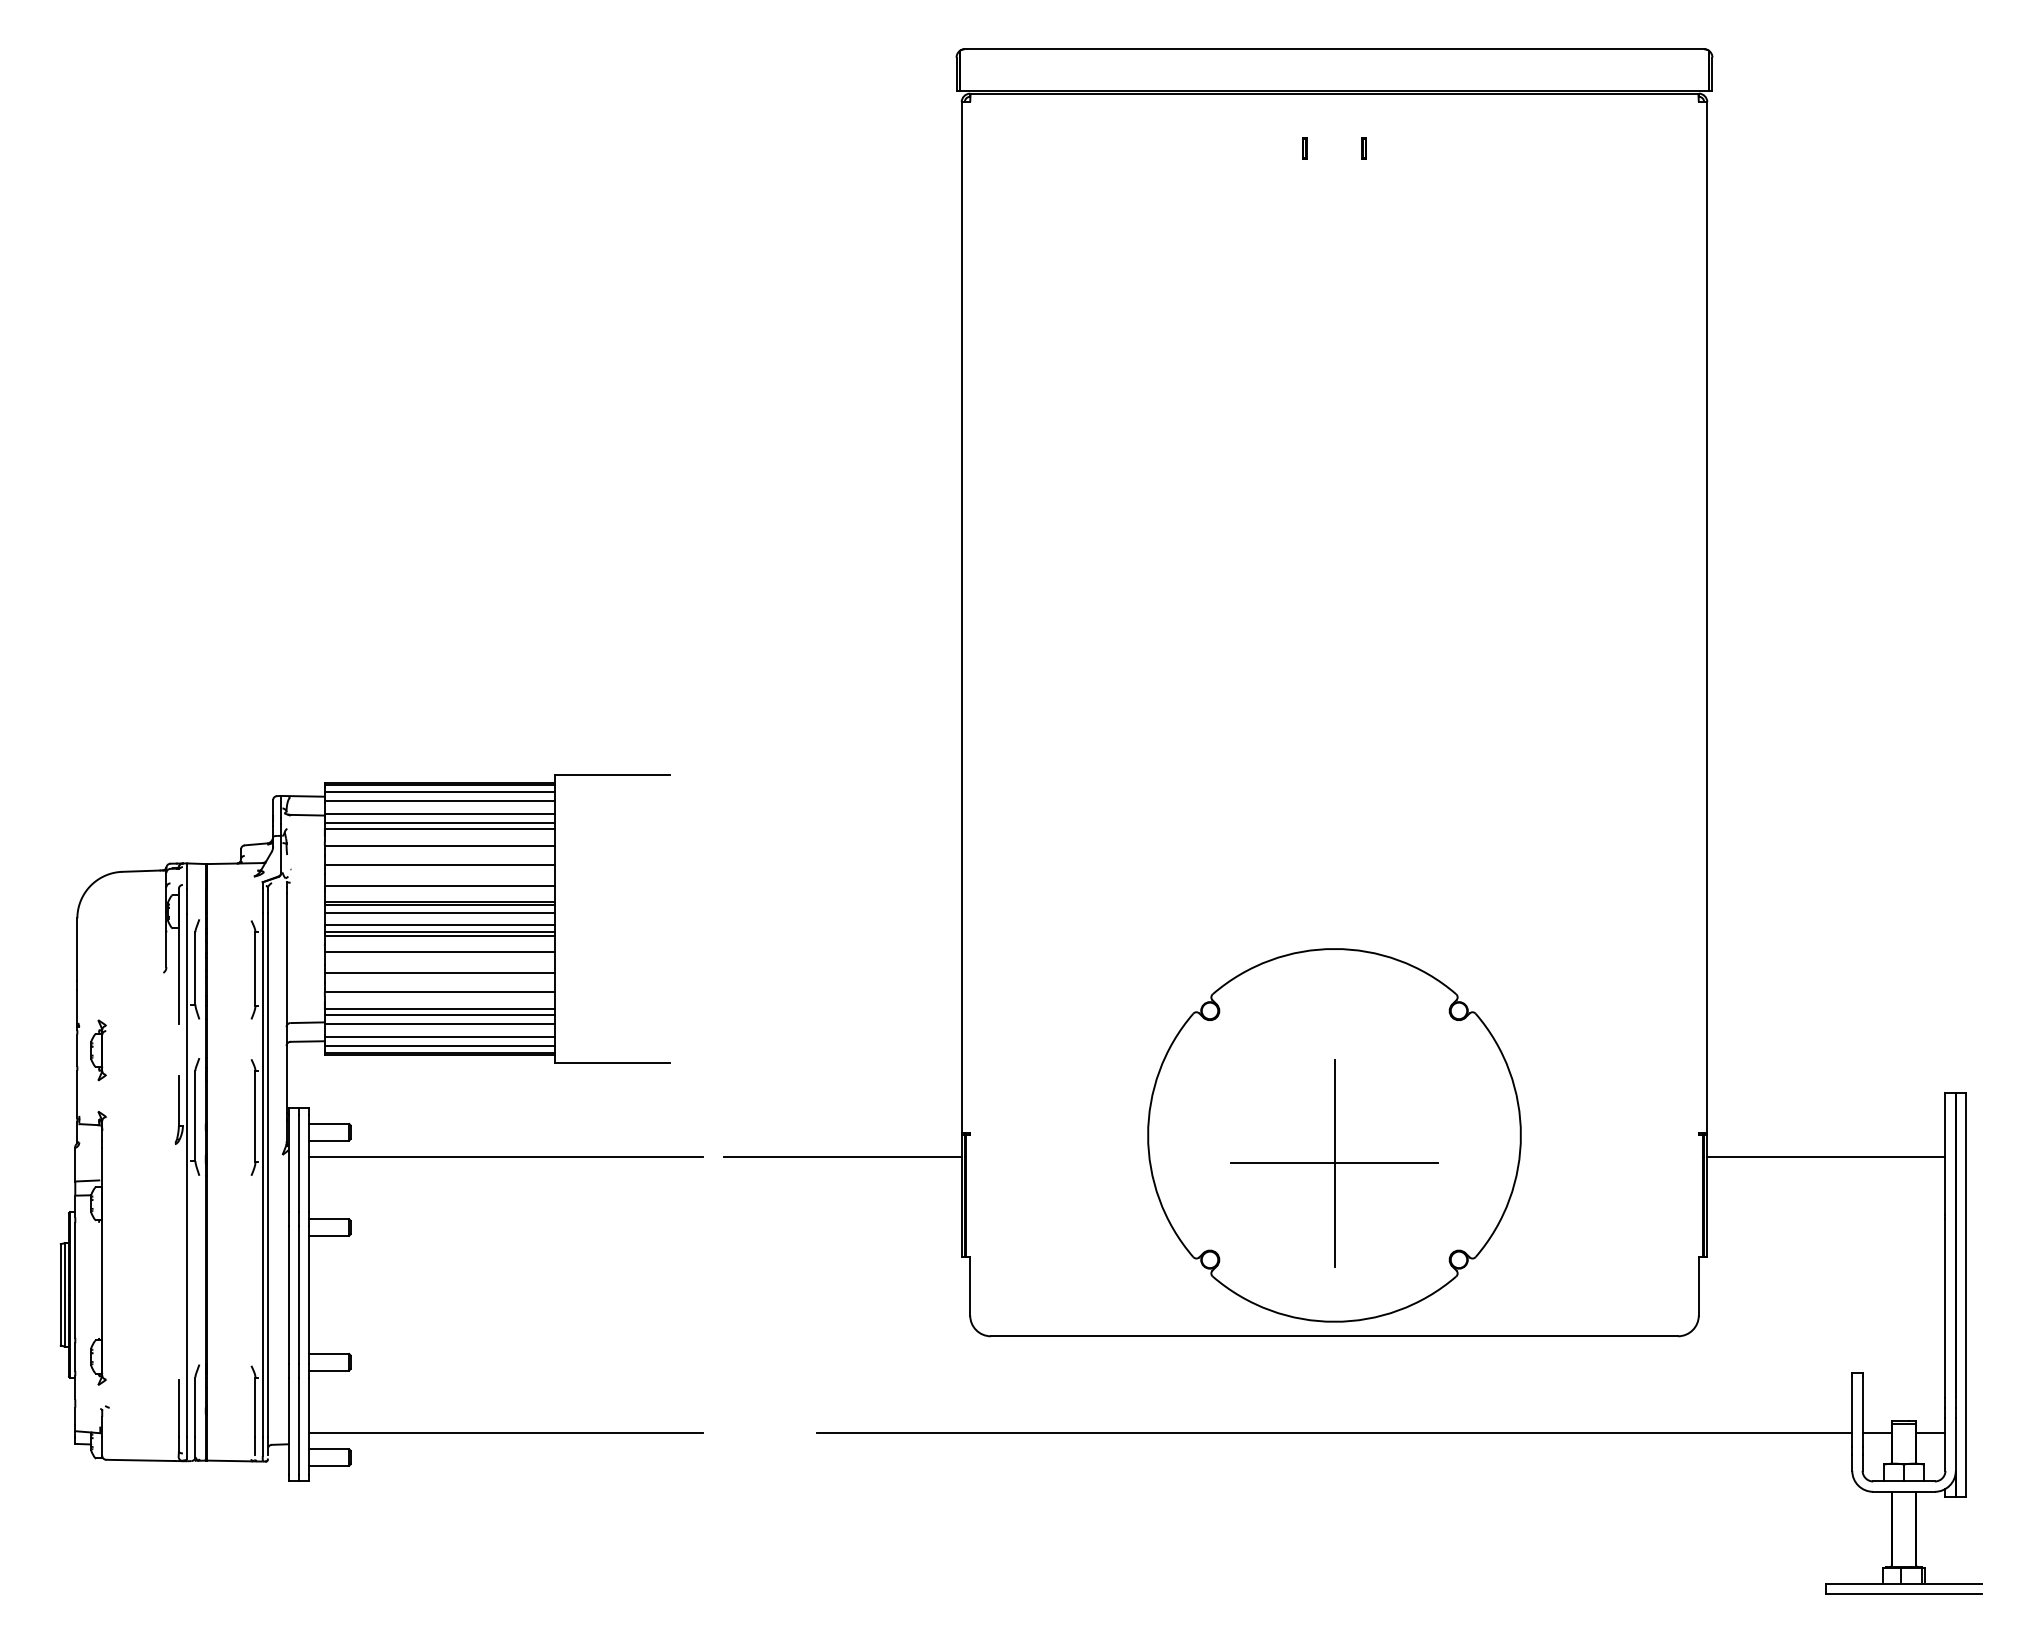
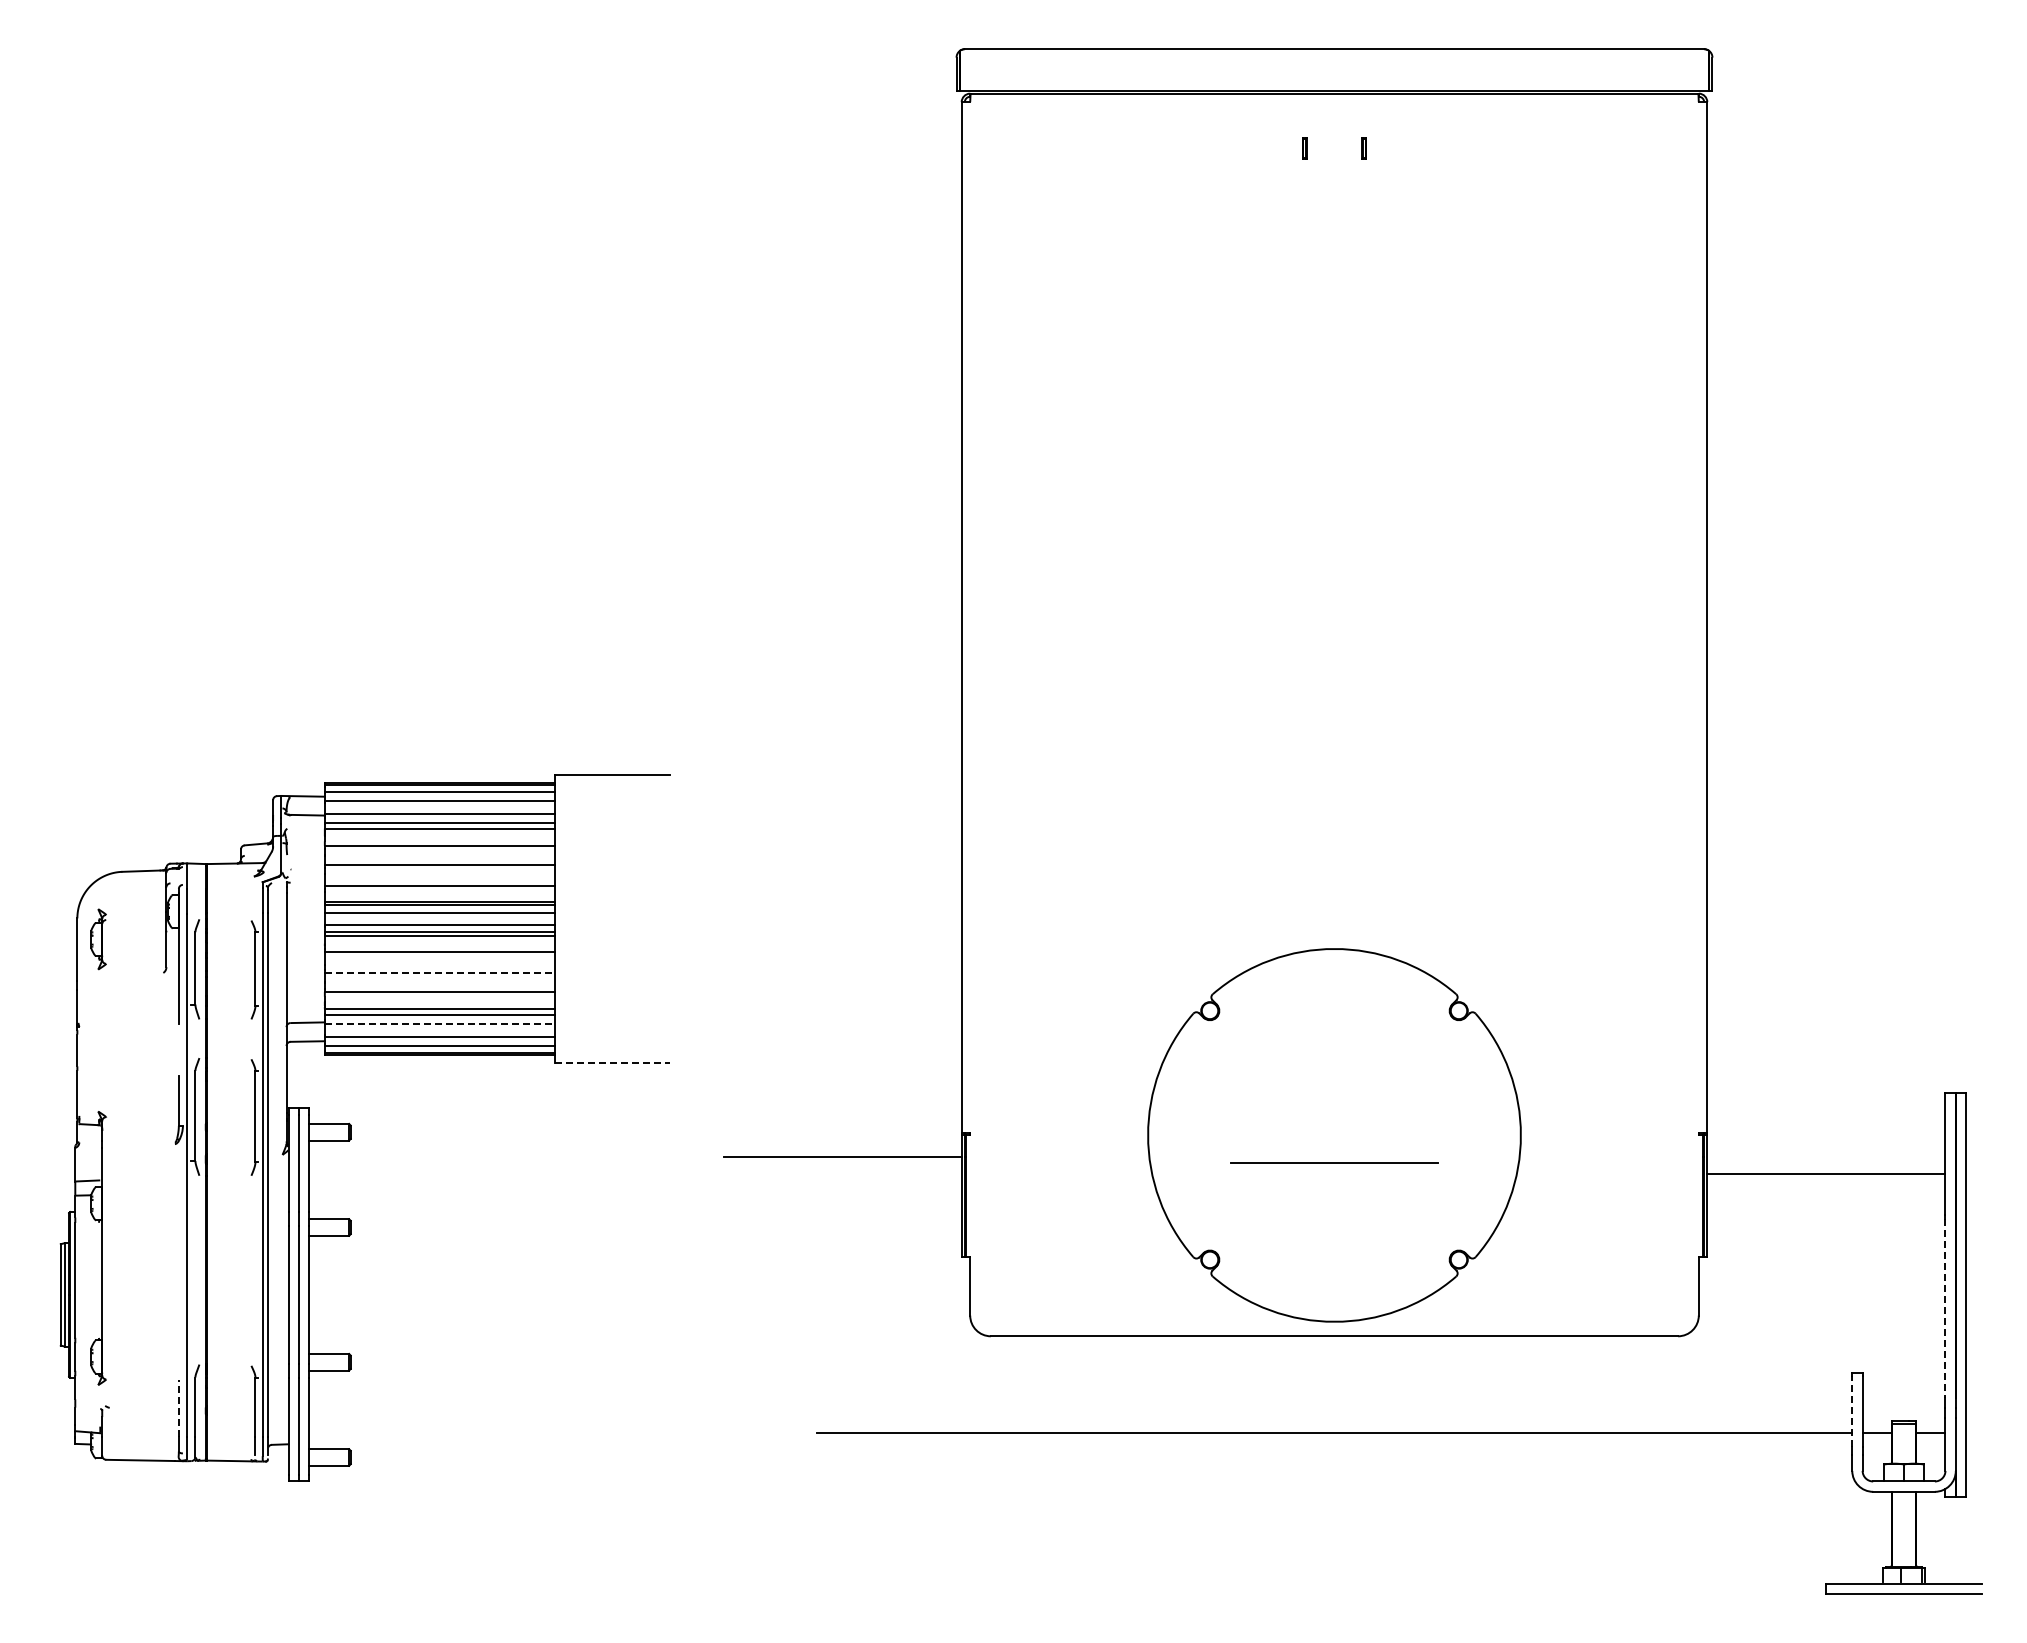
line at (439, 972): solid -> dashed
line at (439, 1024): solid -> dashed
part at (98, 1050) position: (98, 1050) -> (98, 939)
line at (612, 1062): solid -> dashed
line at (505, 1157): present -> none
line at (1826, 1157) position: (1826, 1157) -> (1826, 1174)
line at (1334, 1162): present -> none
line at (1945, 1308): solid -> dashed
line at (178, 1407): solid -> dashed
line at (1852, 1411): solid -> dashed
line at (505, 1432): present -> none
